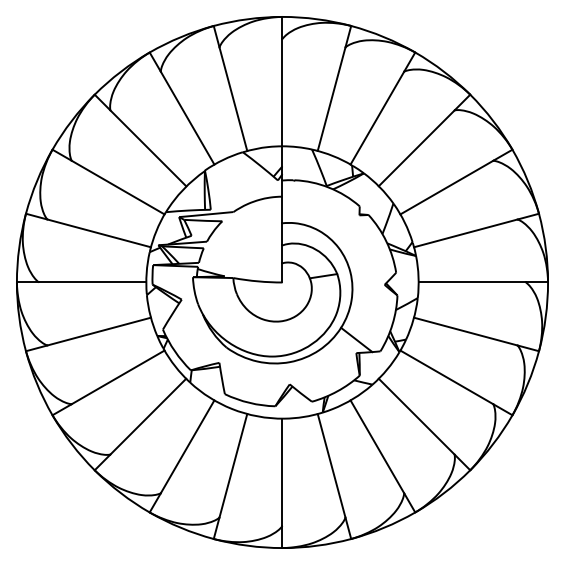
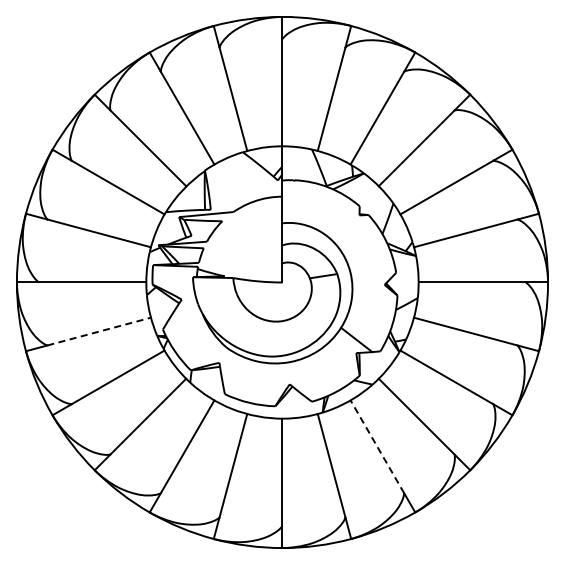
line at (99, 331): solid -> dashed
line at (377, 446): solid -> dashed
